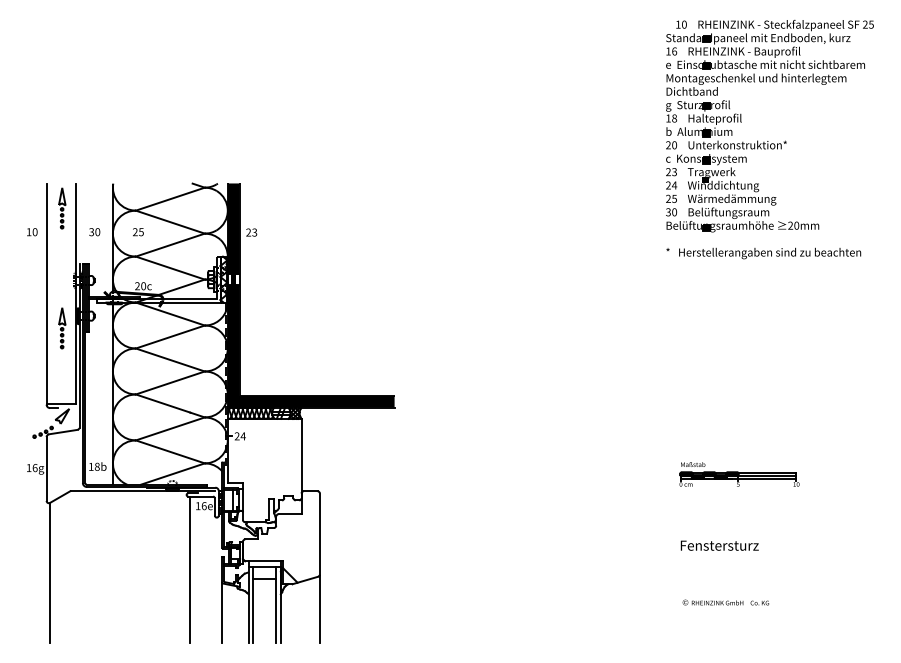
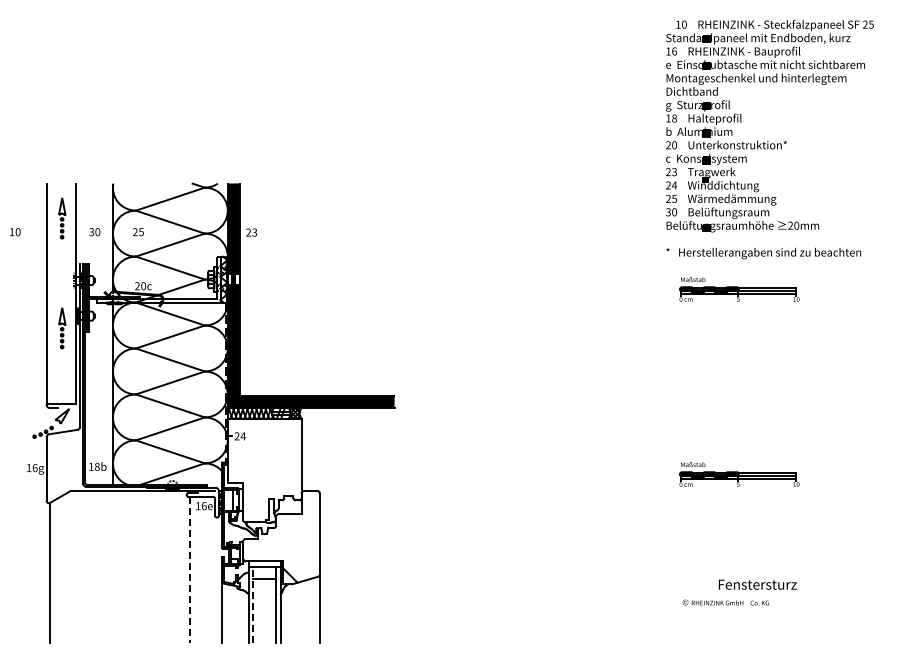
part at (62, 208) position: (62, 208) -> (62, 218)
text at (32, 232) position: (32, 232) -> (15, 232)
part at (739, 289): none -> present
text at (719, 545) position: (719, 545) -> (757, 584)
line at (190, 569): solid -> dashed
line at (253, 604): solid -> dashed
